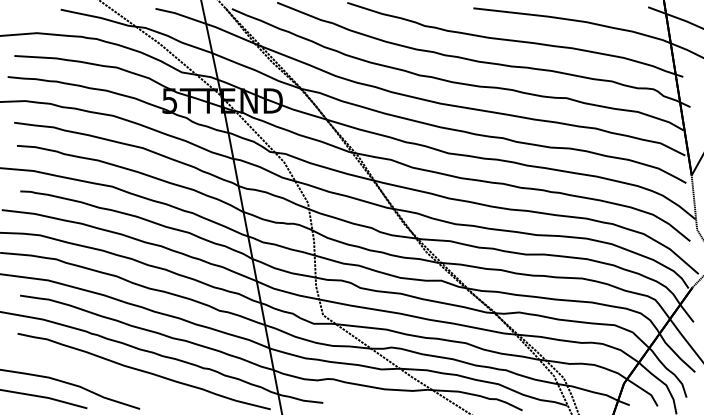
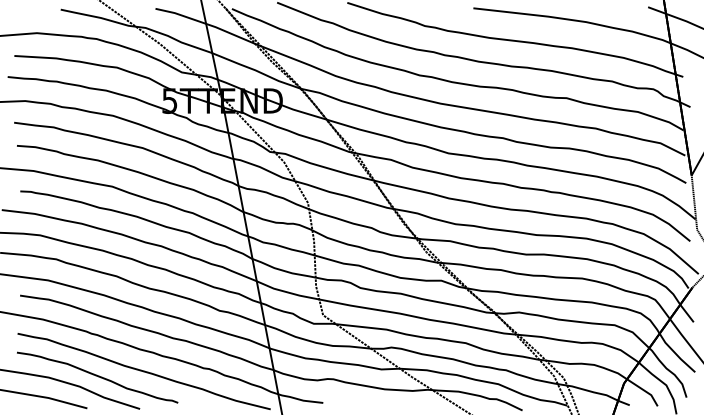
part at (97, 377): none -> present
